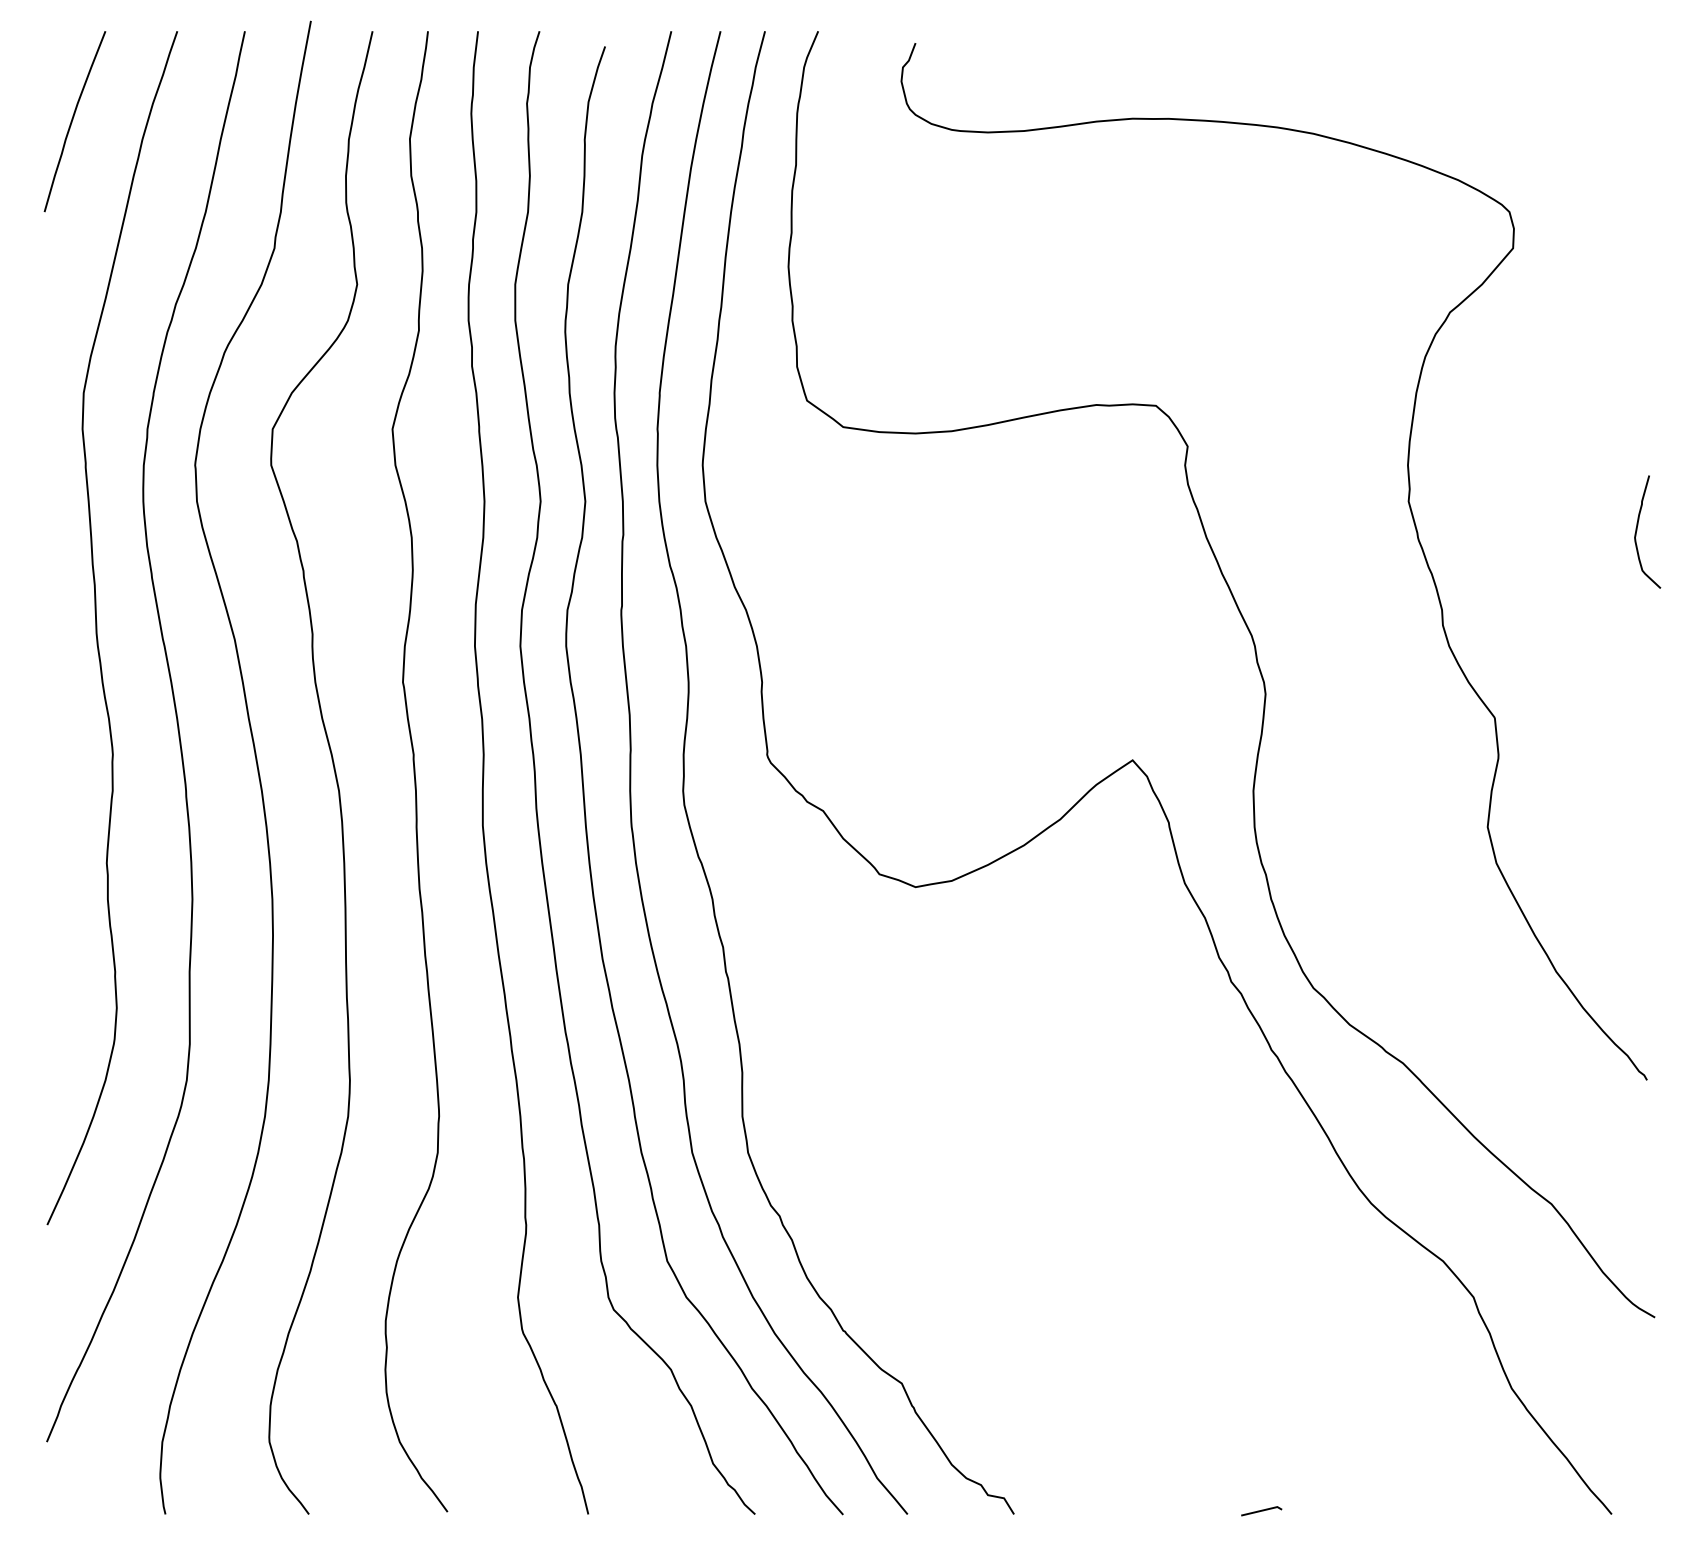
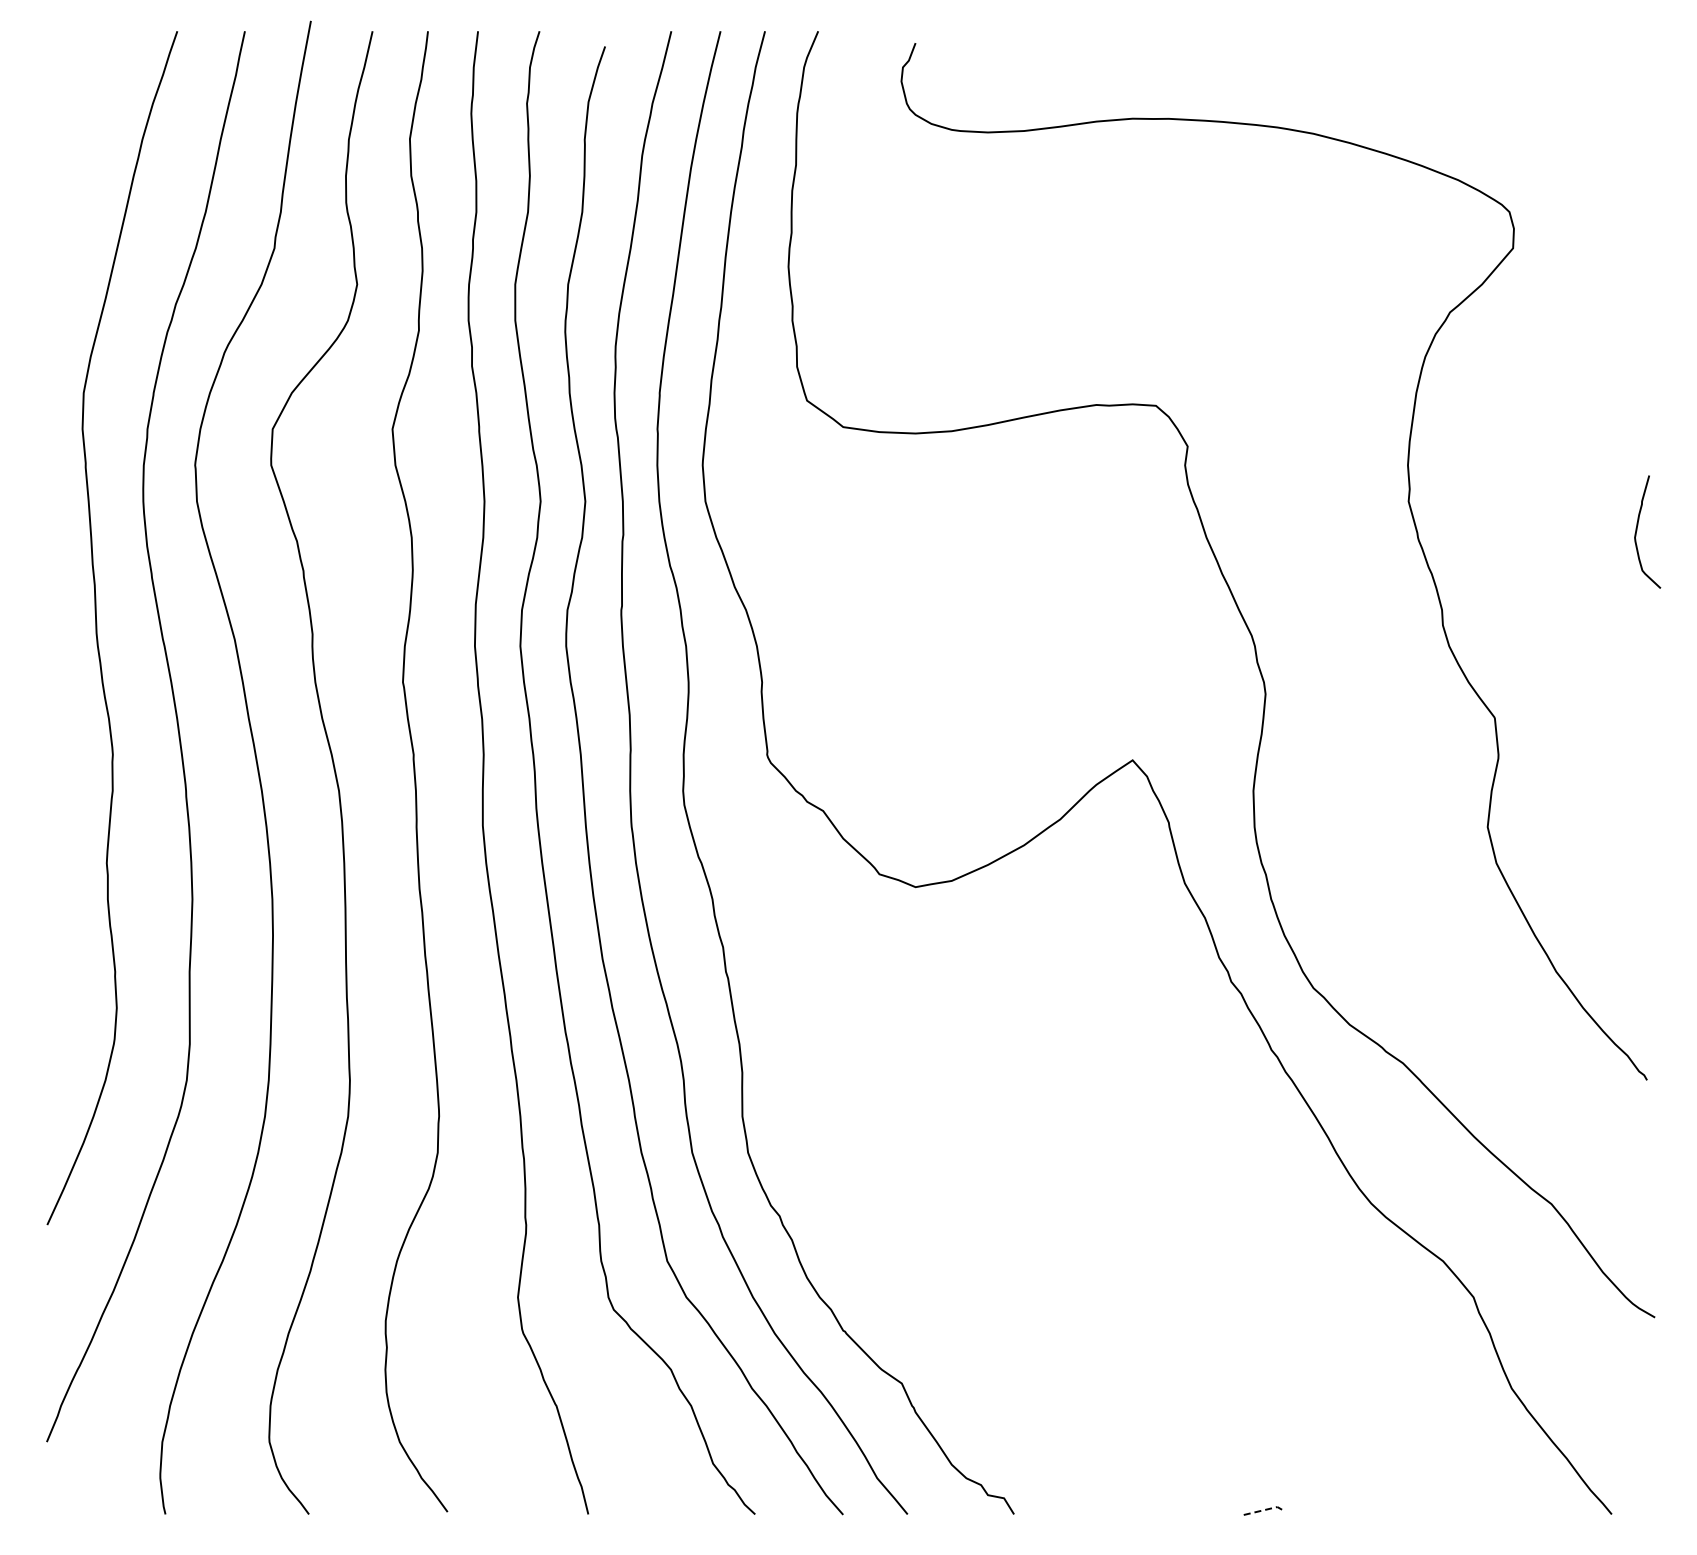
curve at (72, 121): present -> none
line at (1262, 1510): solid -> dashed
